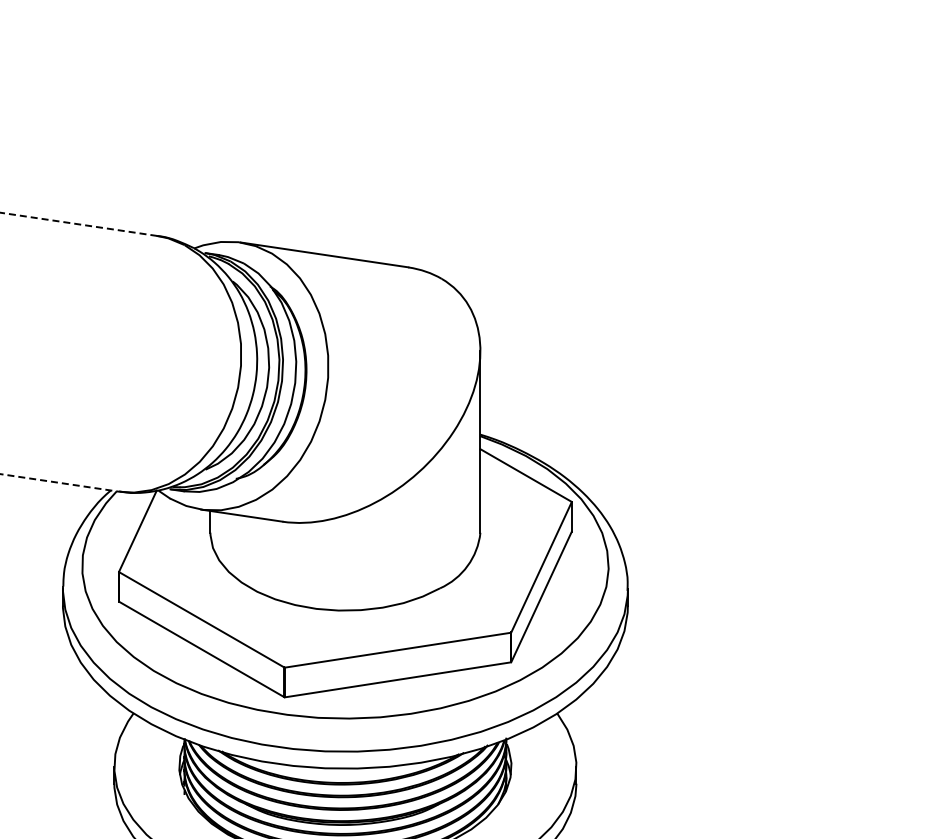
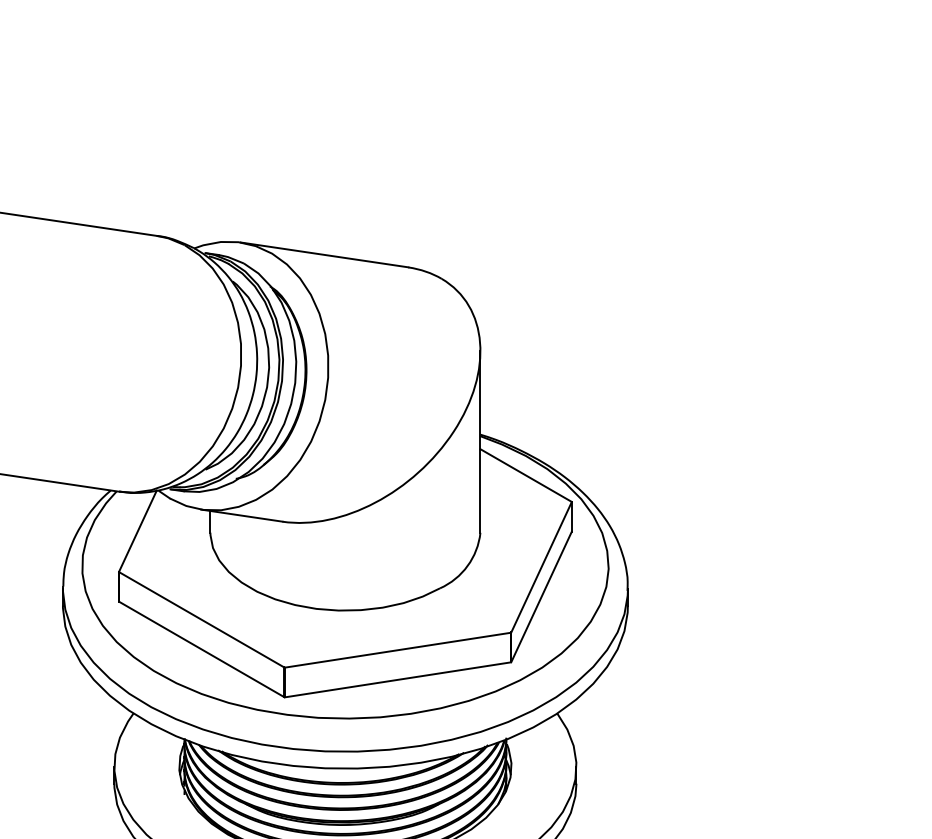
line at (78, 224): dashed -> solid
line at (60, 482): dashed -> solid
